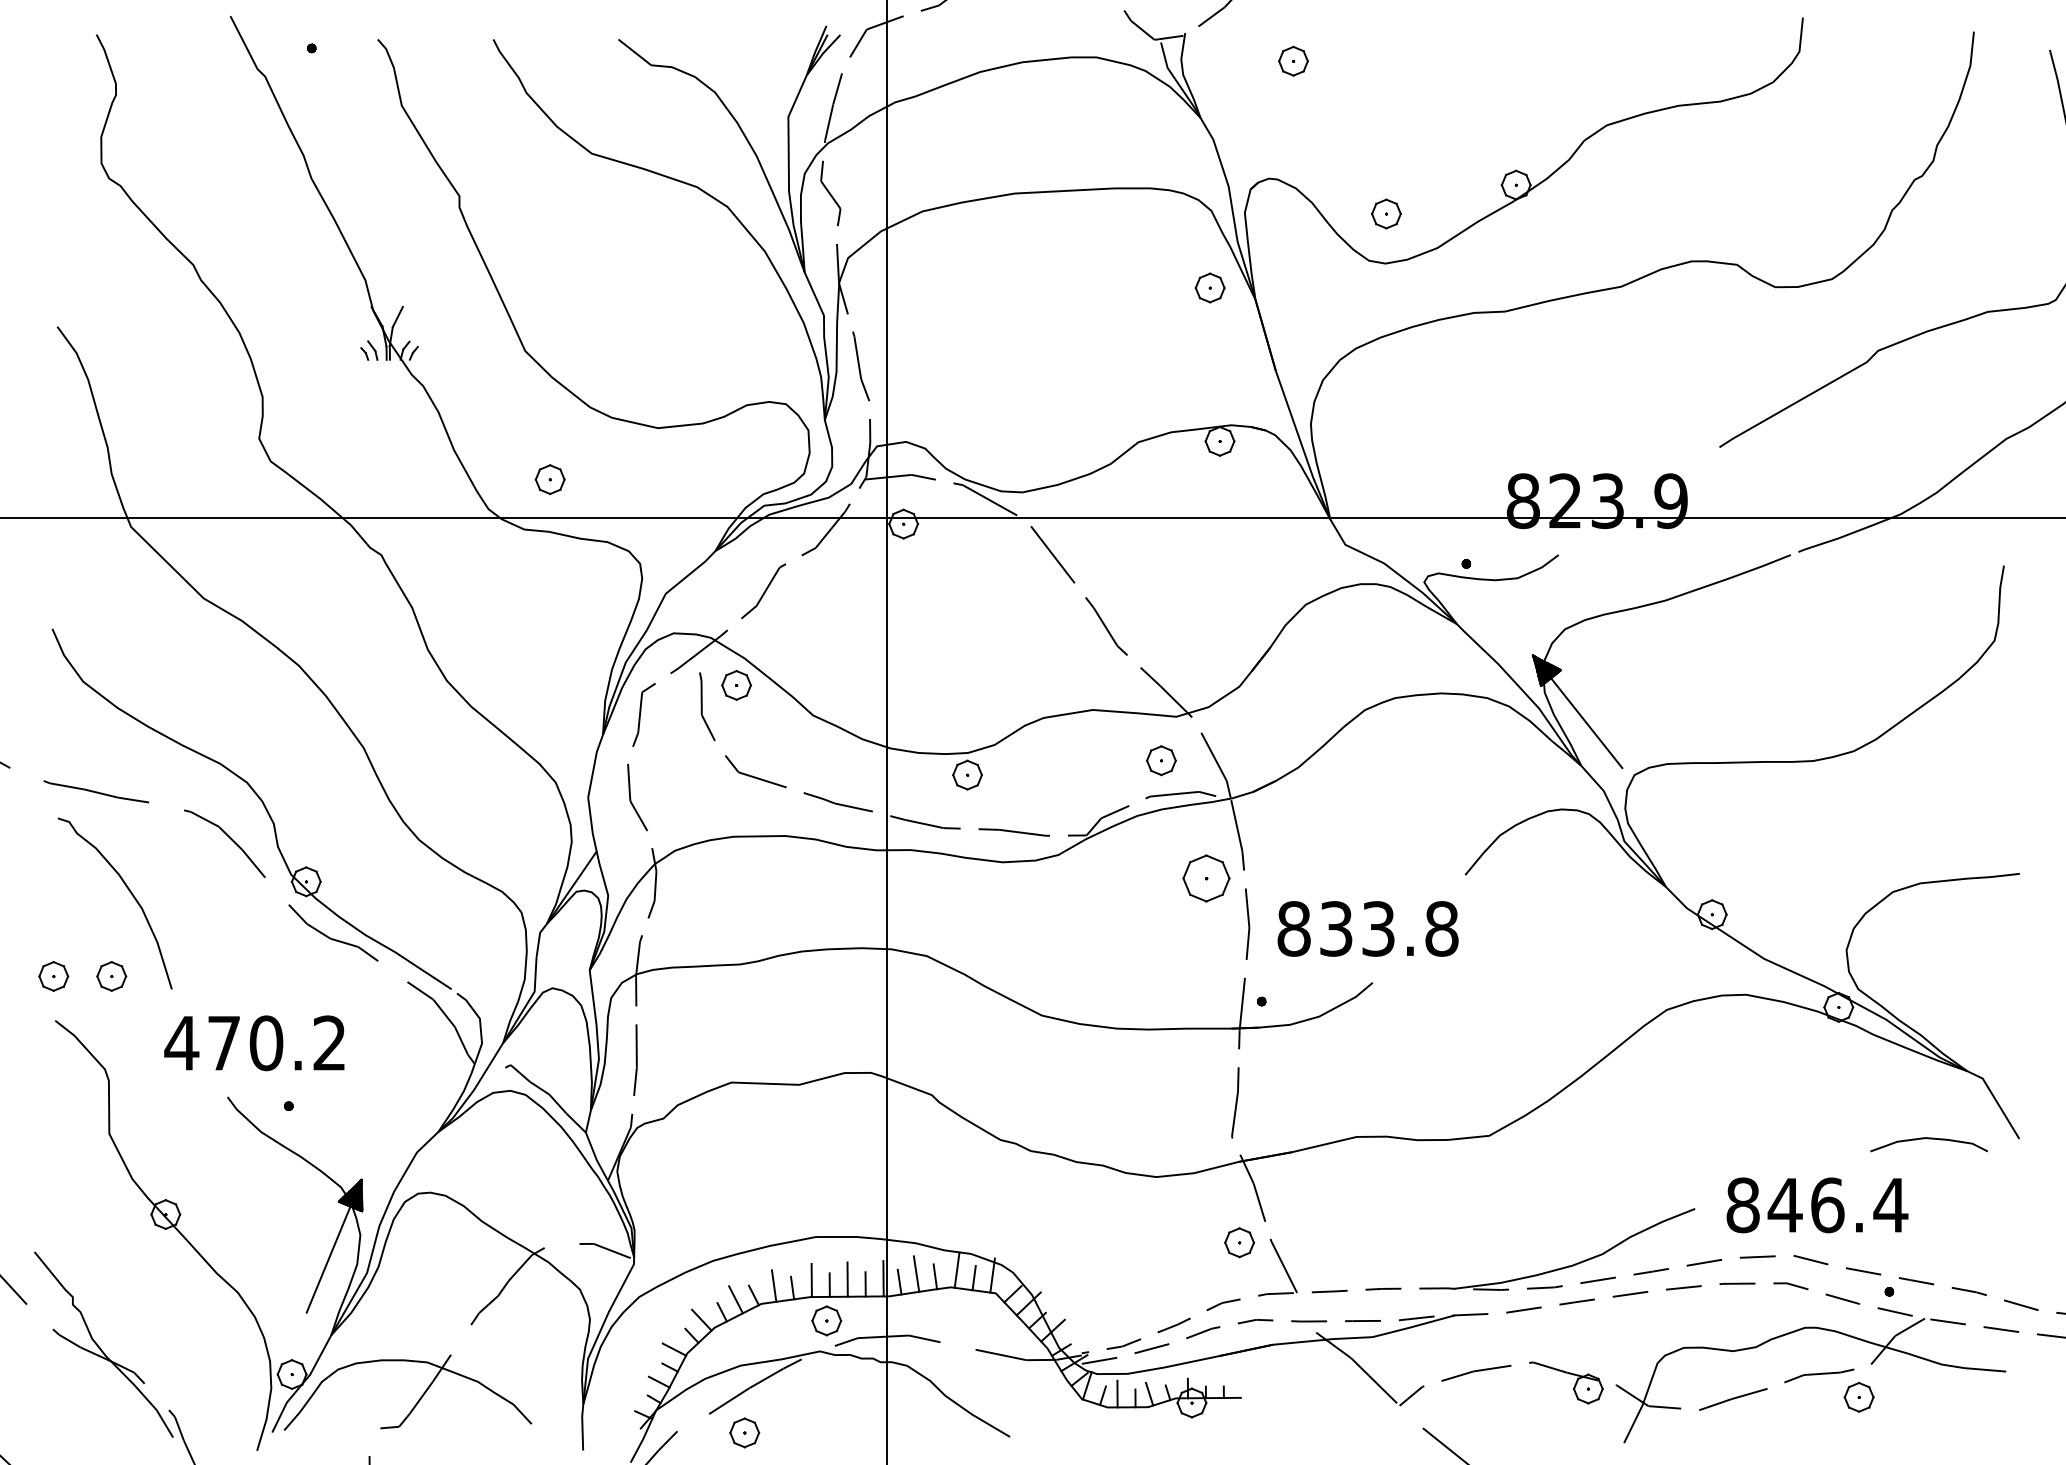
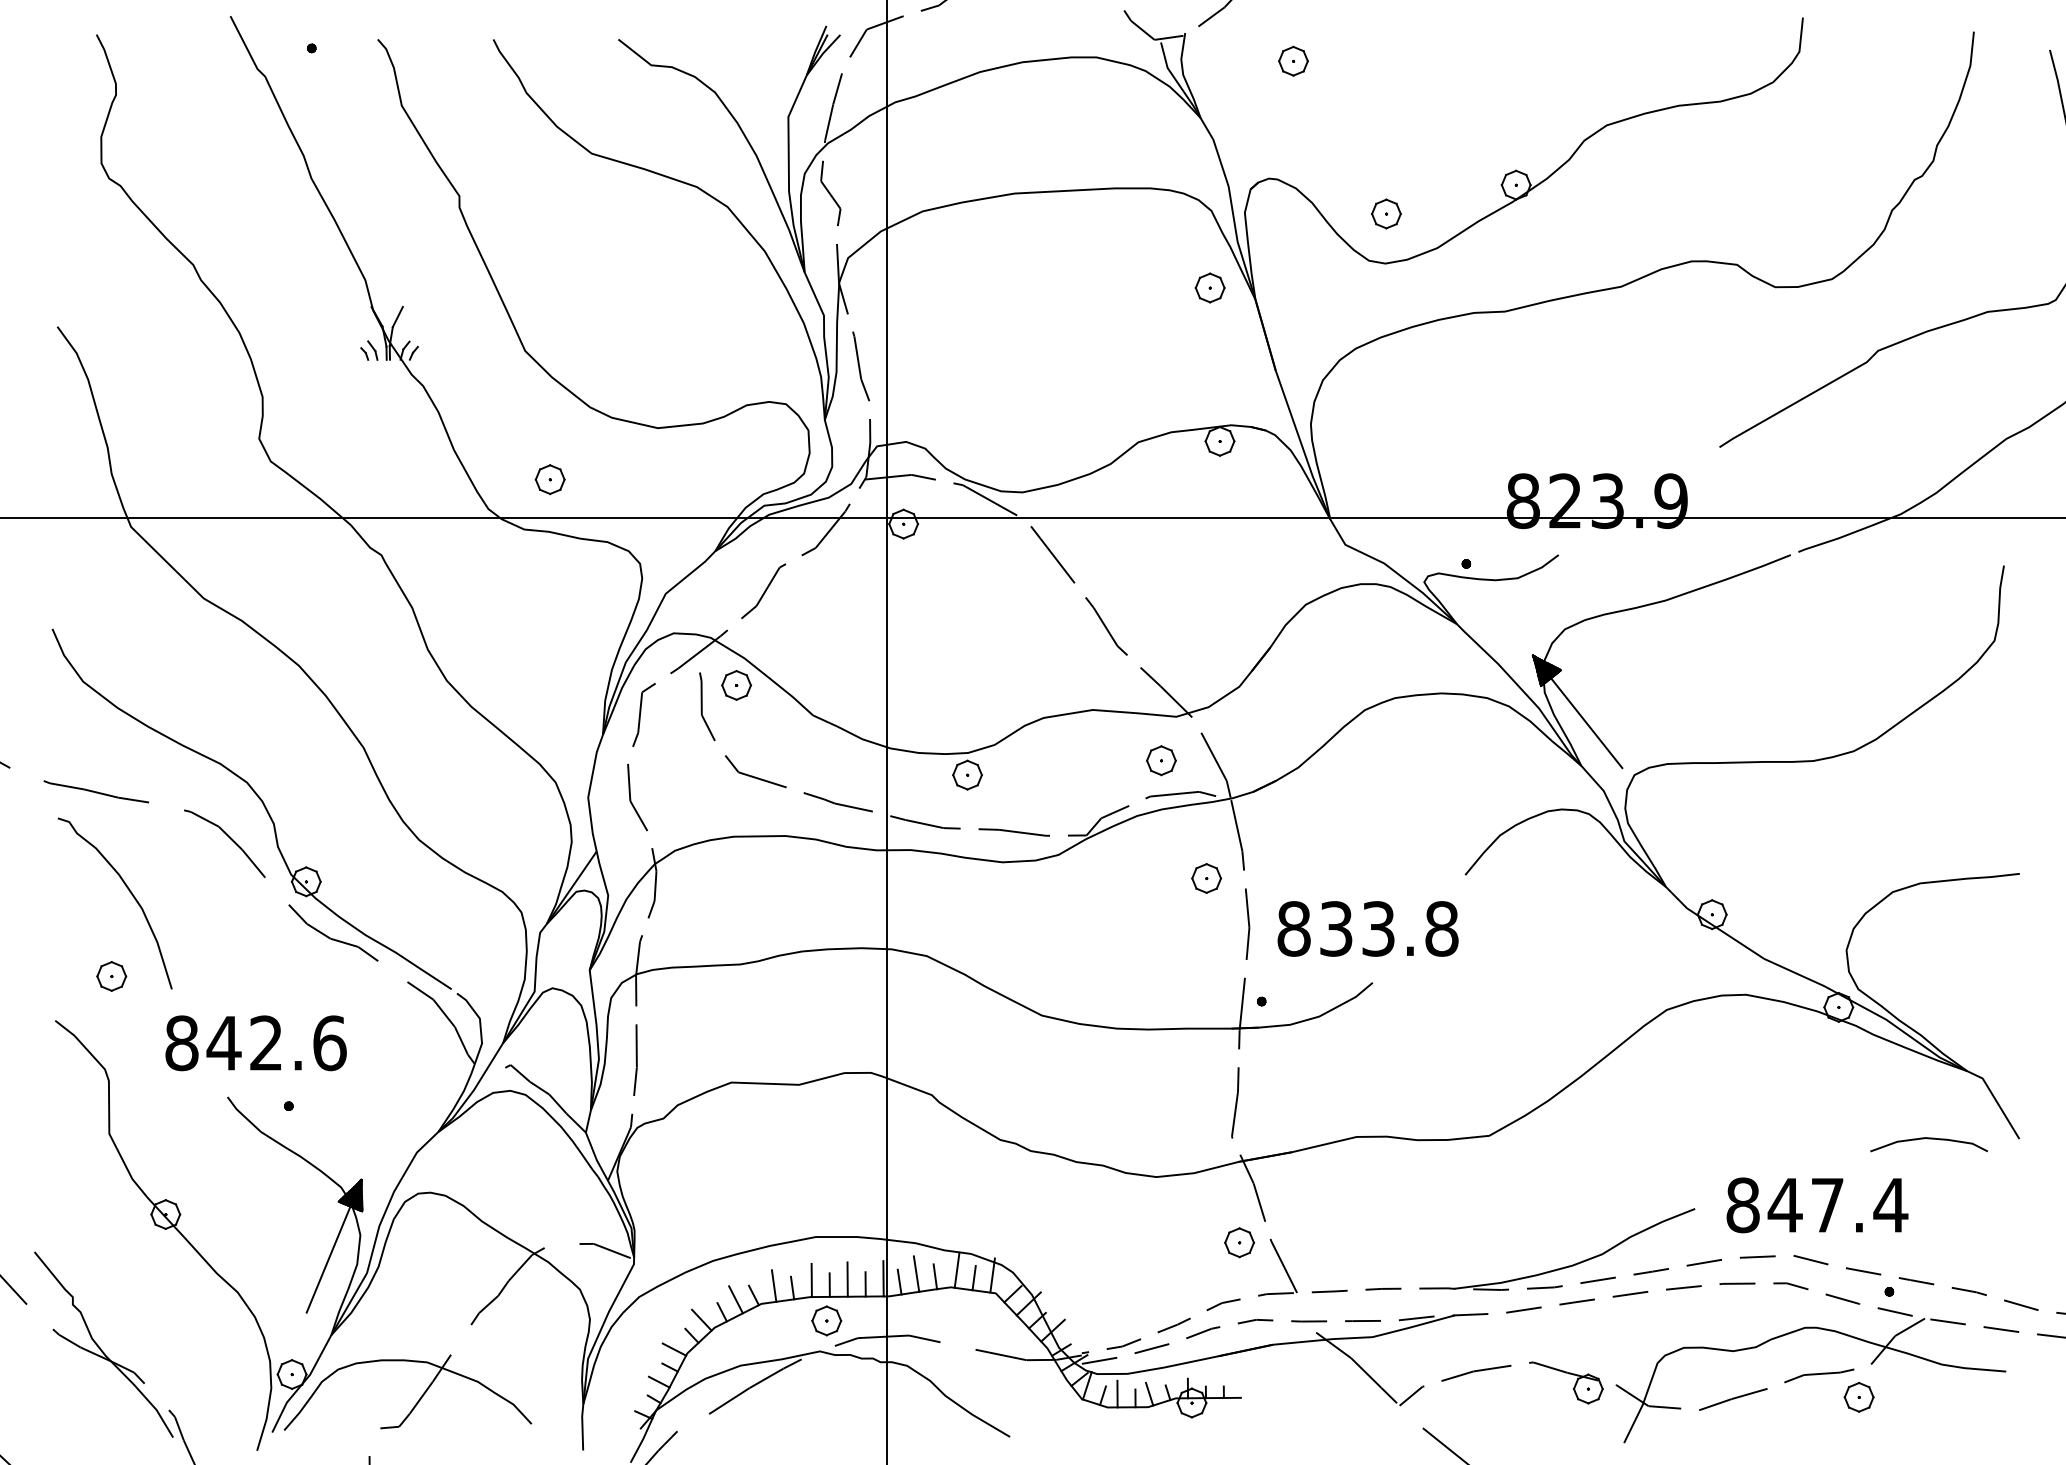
part at (1206, 878) size: 49x49 px -> 32x31 px
part at (53, 976): present -> none
text at (255, 1043): 470.2 -> 842.6
text at (1827, 1205): 846.4 -> 847.4
part at (744, 1432): present -> none
